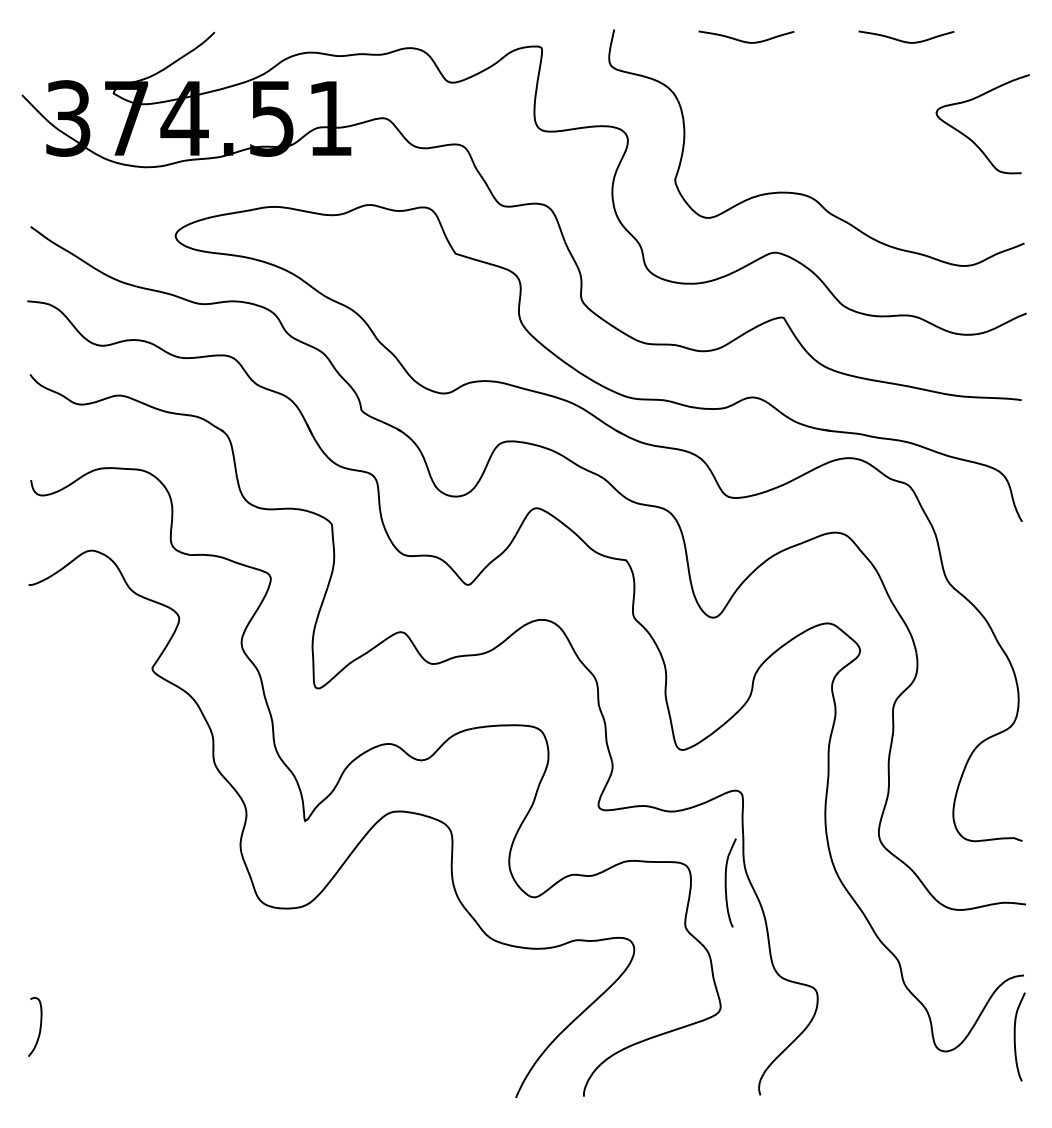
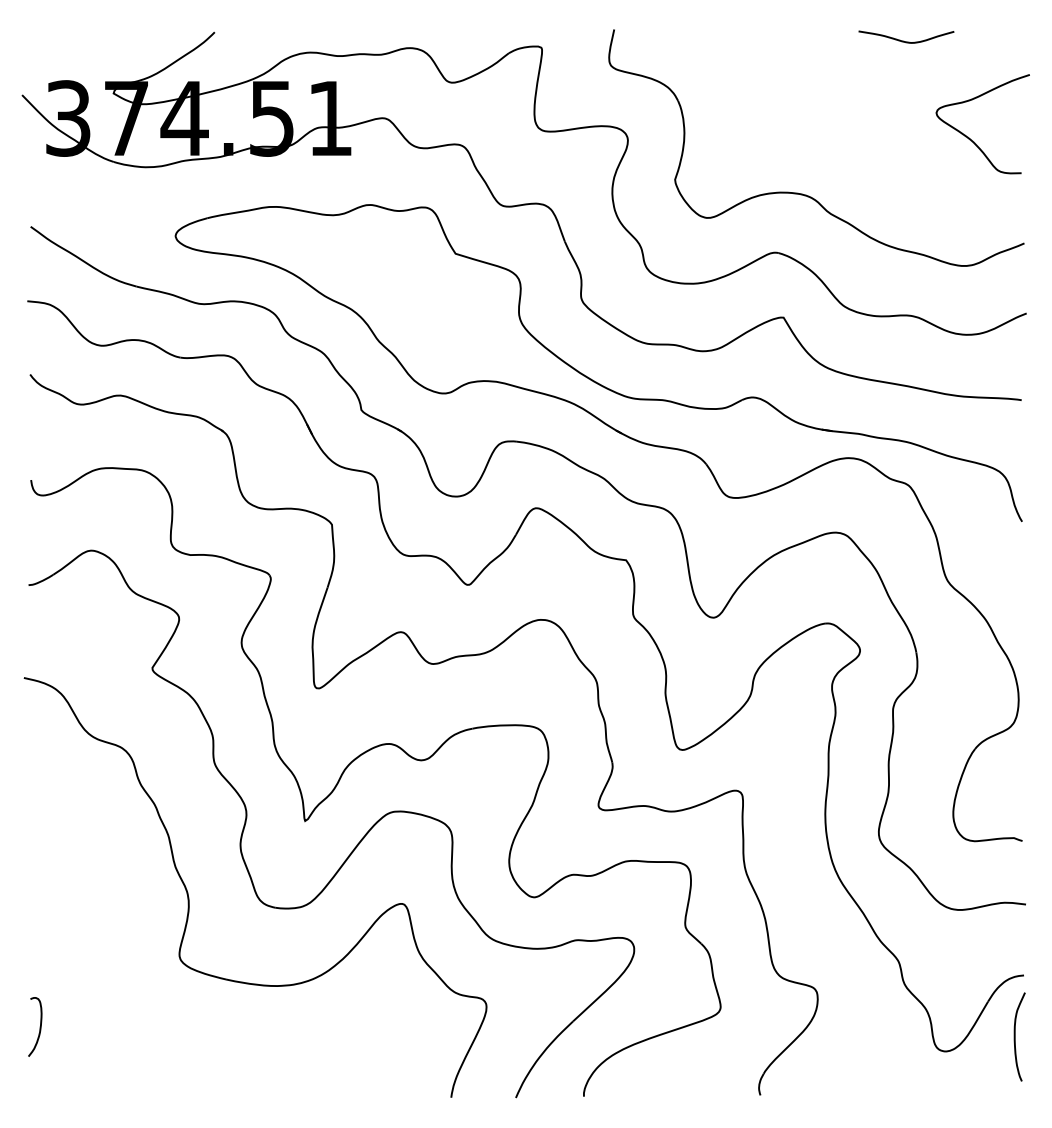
curve at (743, 40): present -> none
curve at (726, 882): present -> none
part at (189, 897): none -> present
